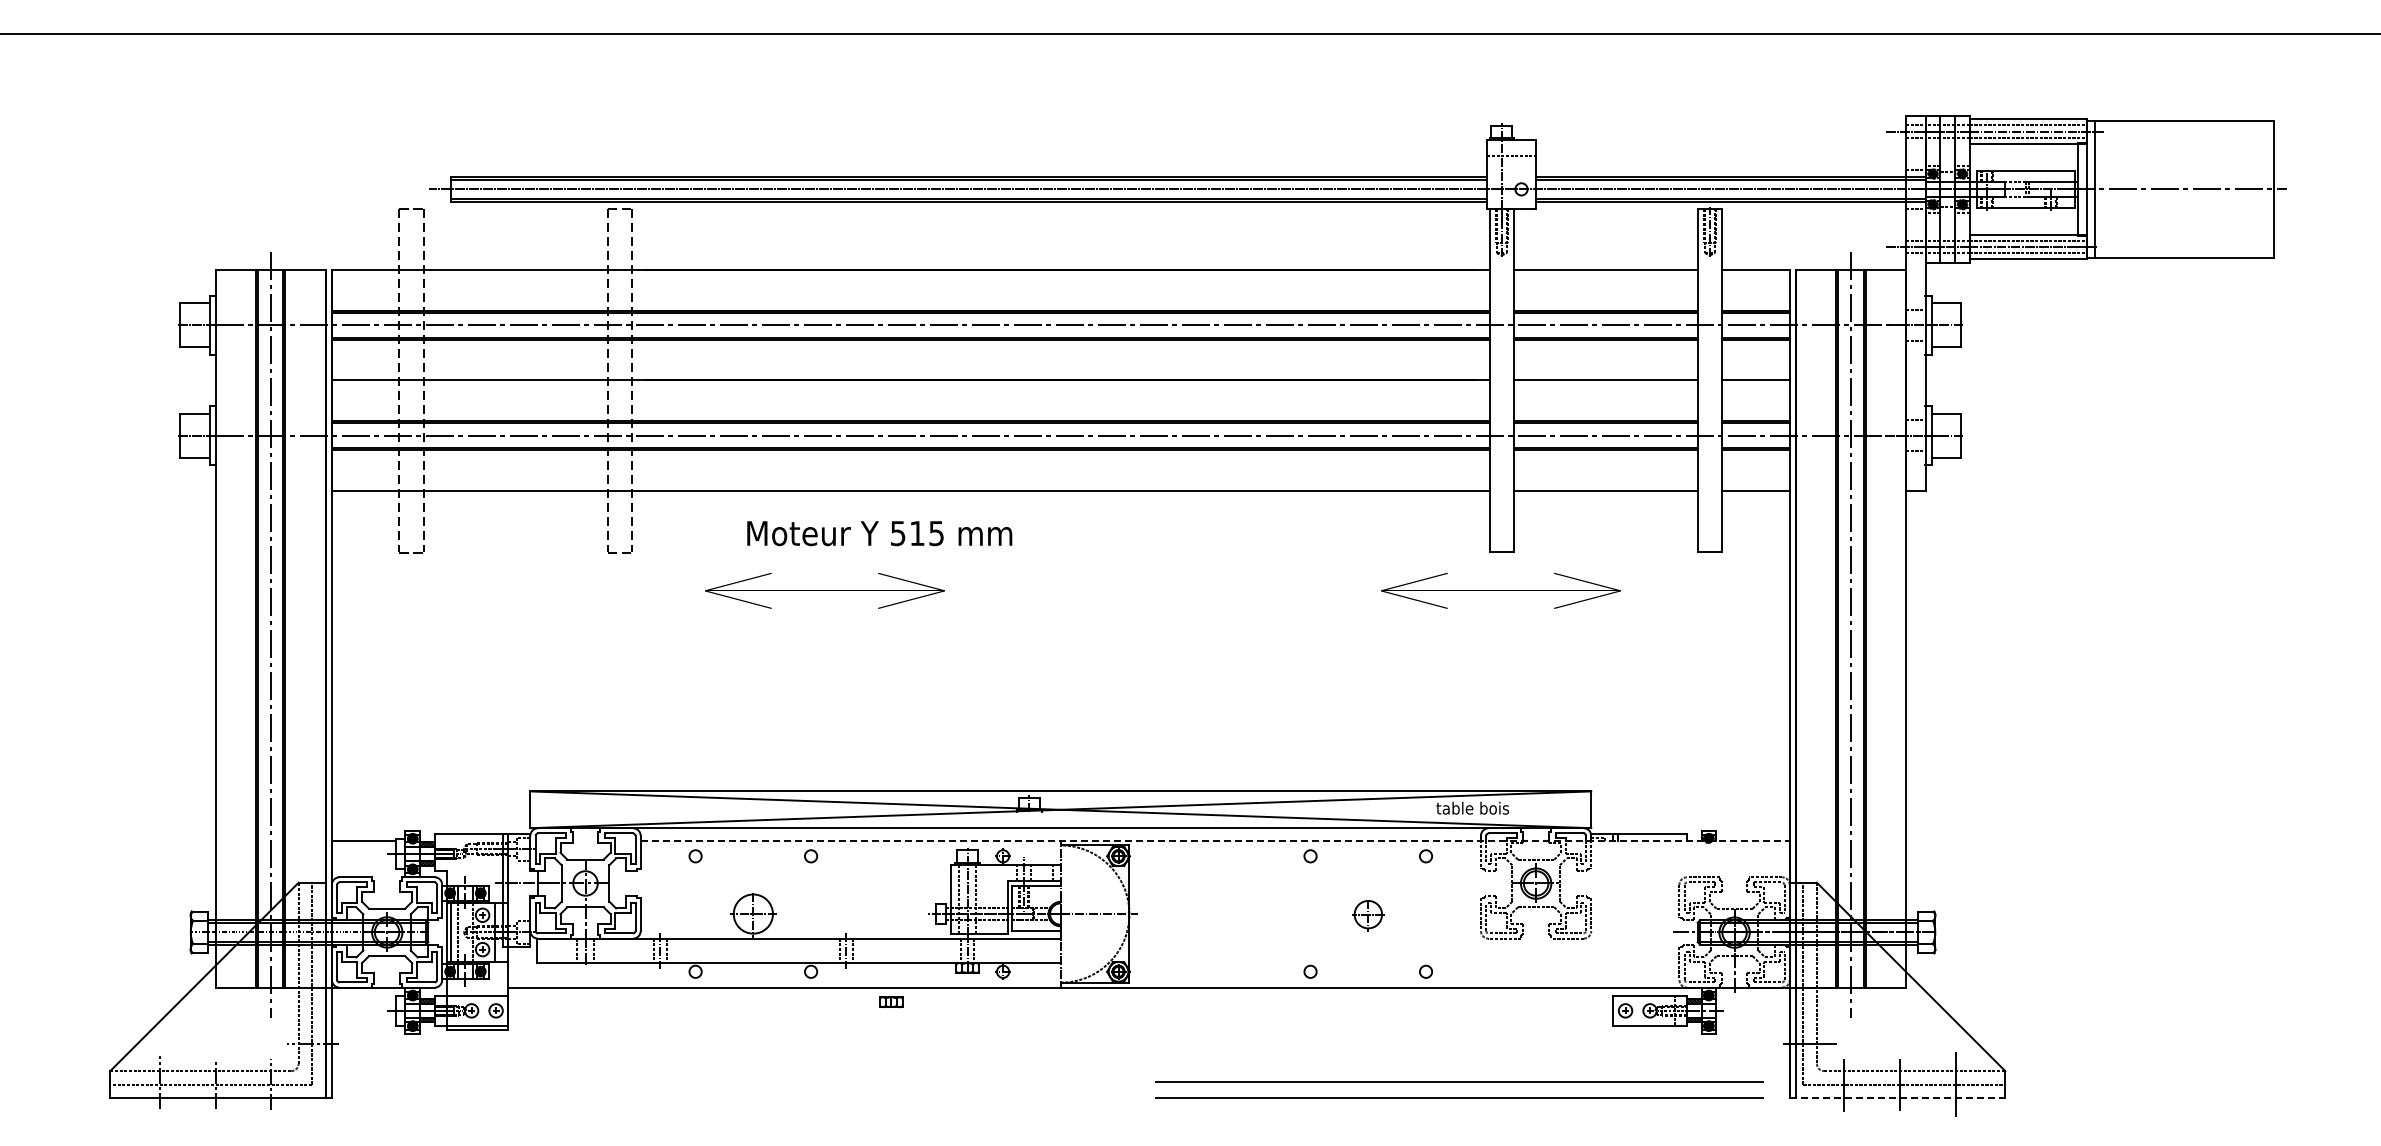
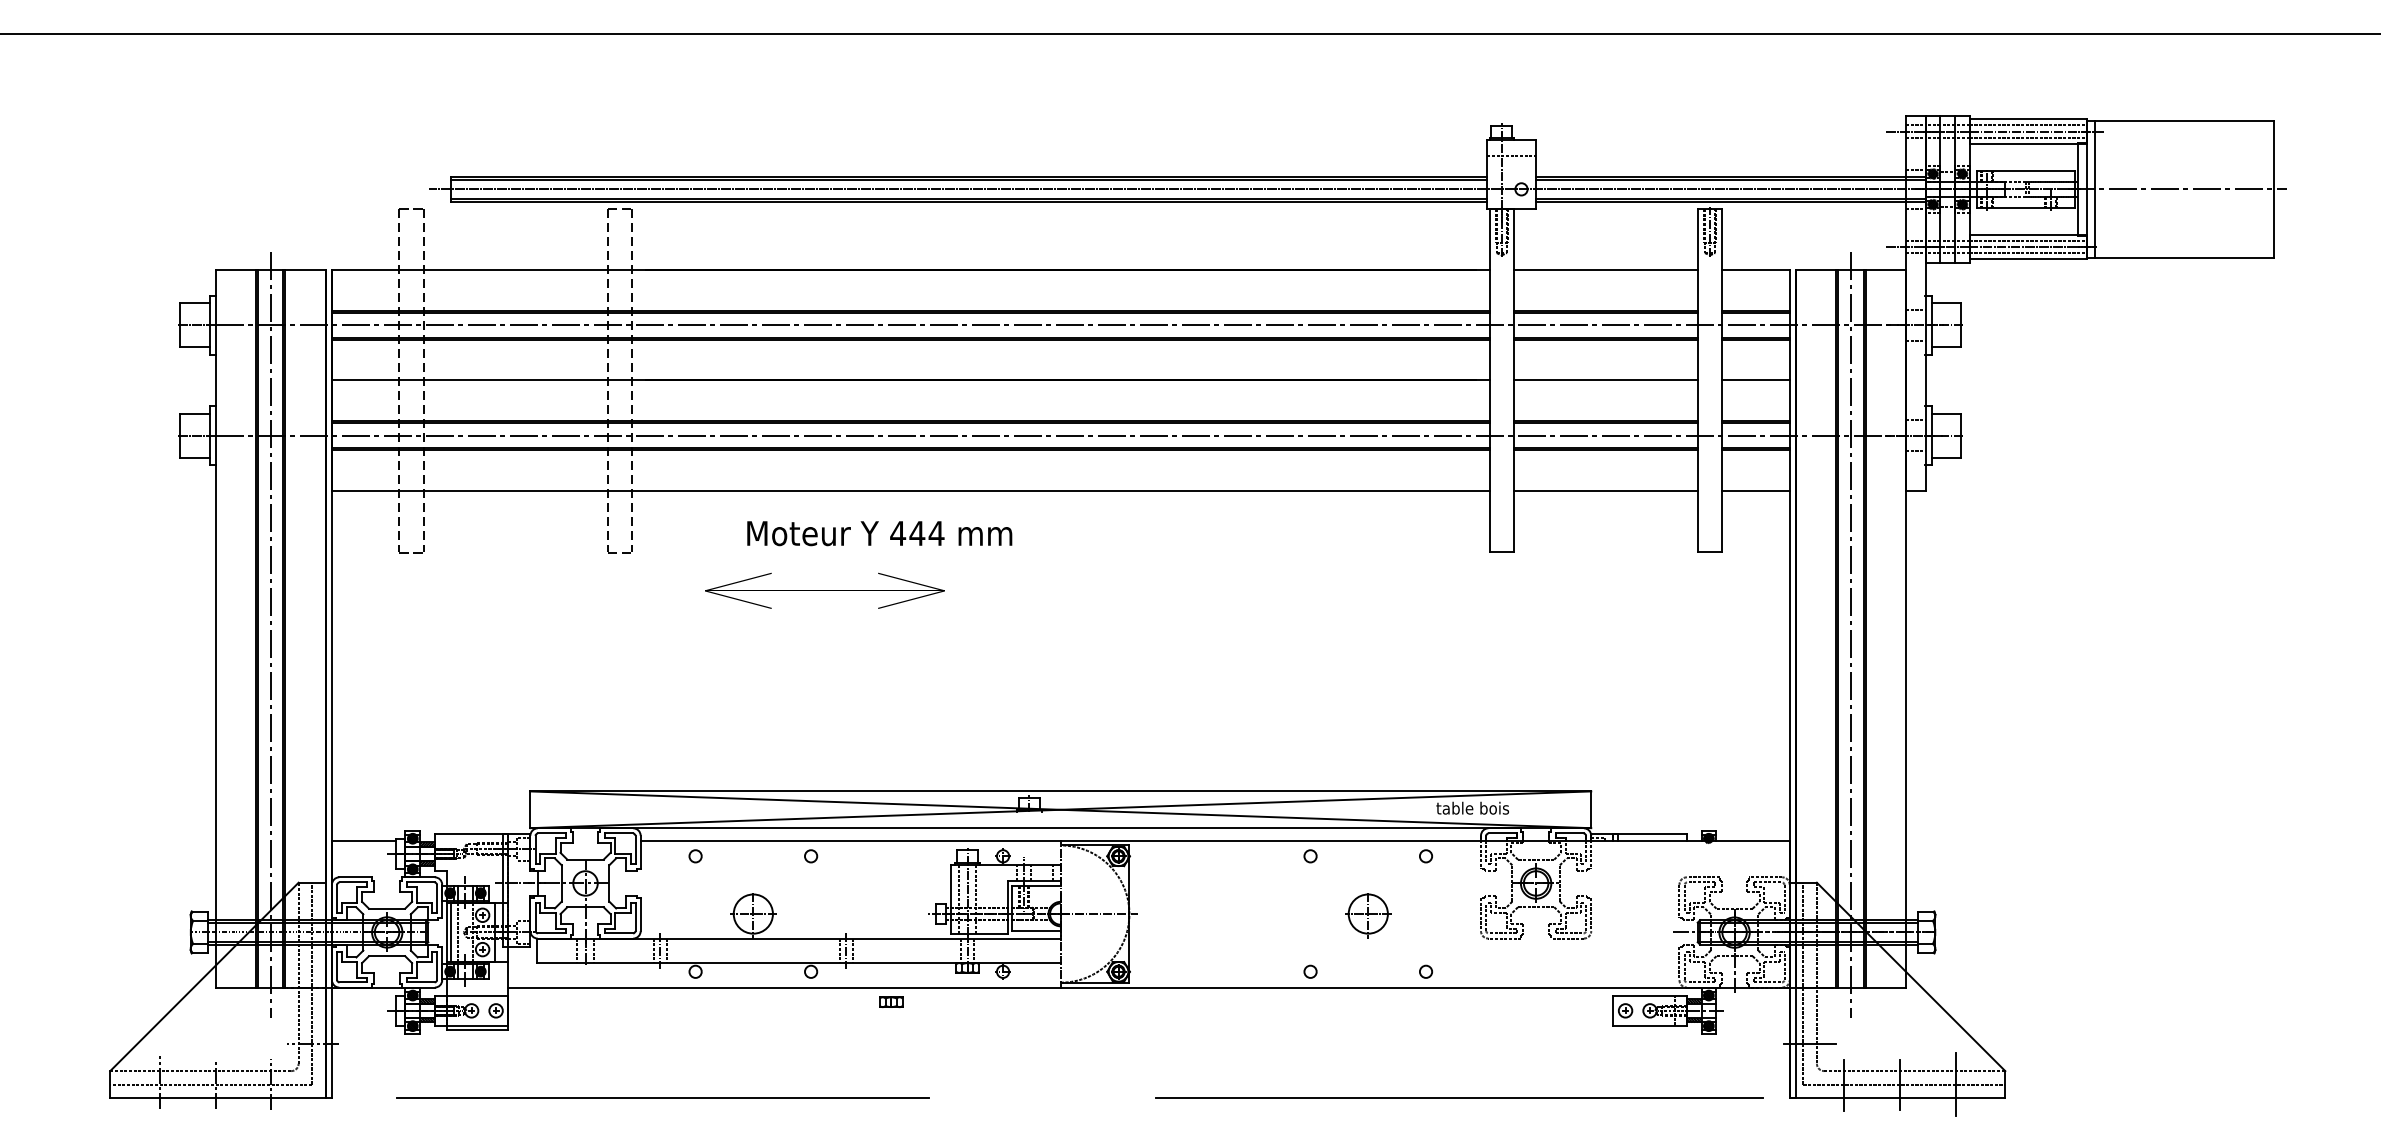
text at (917, 533): 515 -> 444
part at (1500, 590): present -> none
line at (1215, 840): dashed -> solid
part at (1368, 915) size: 33x32 px -> 47x46 px
line at (1459, 1081): present -> none
line at (662, 1098): none -> present
line at (1897, 1098): dashed -> solid
